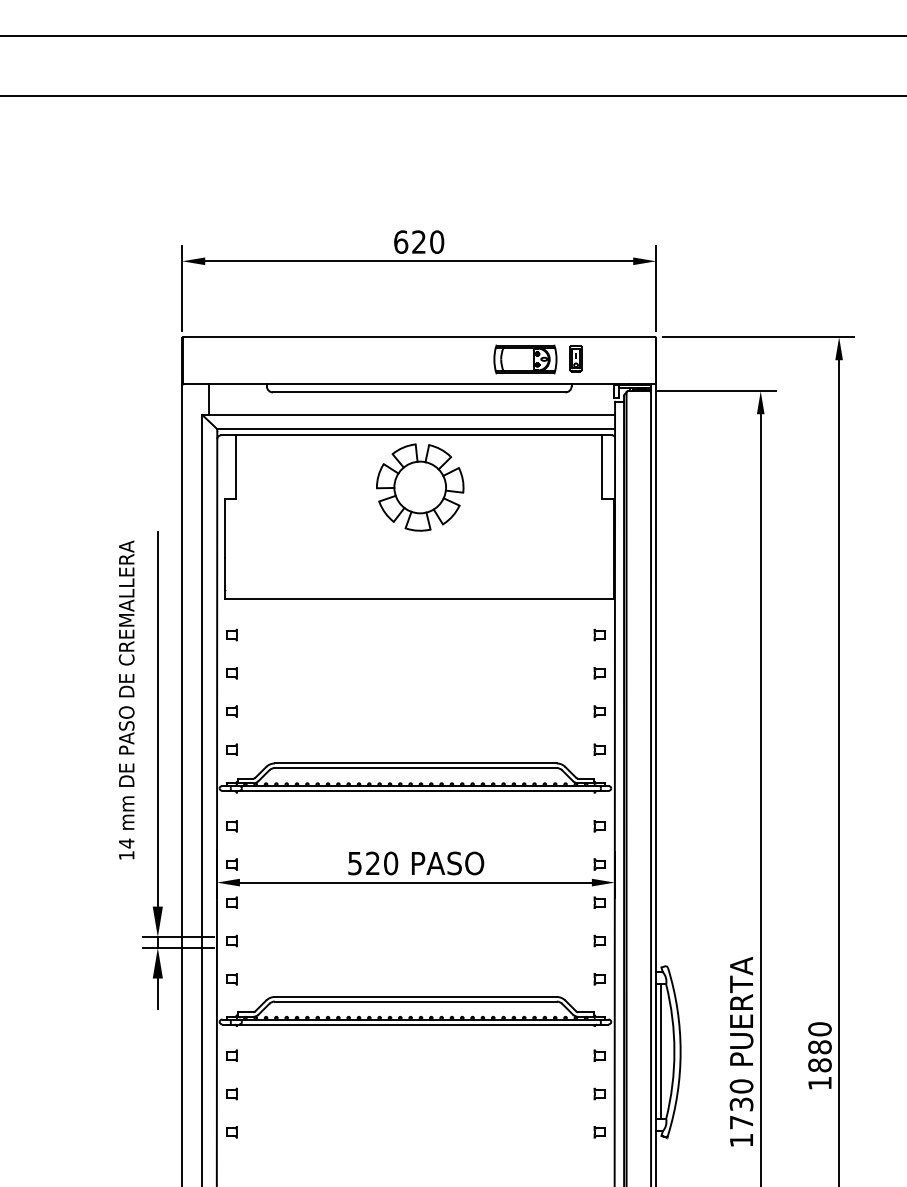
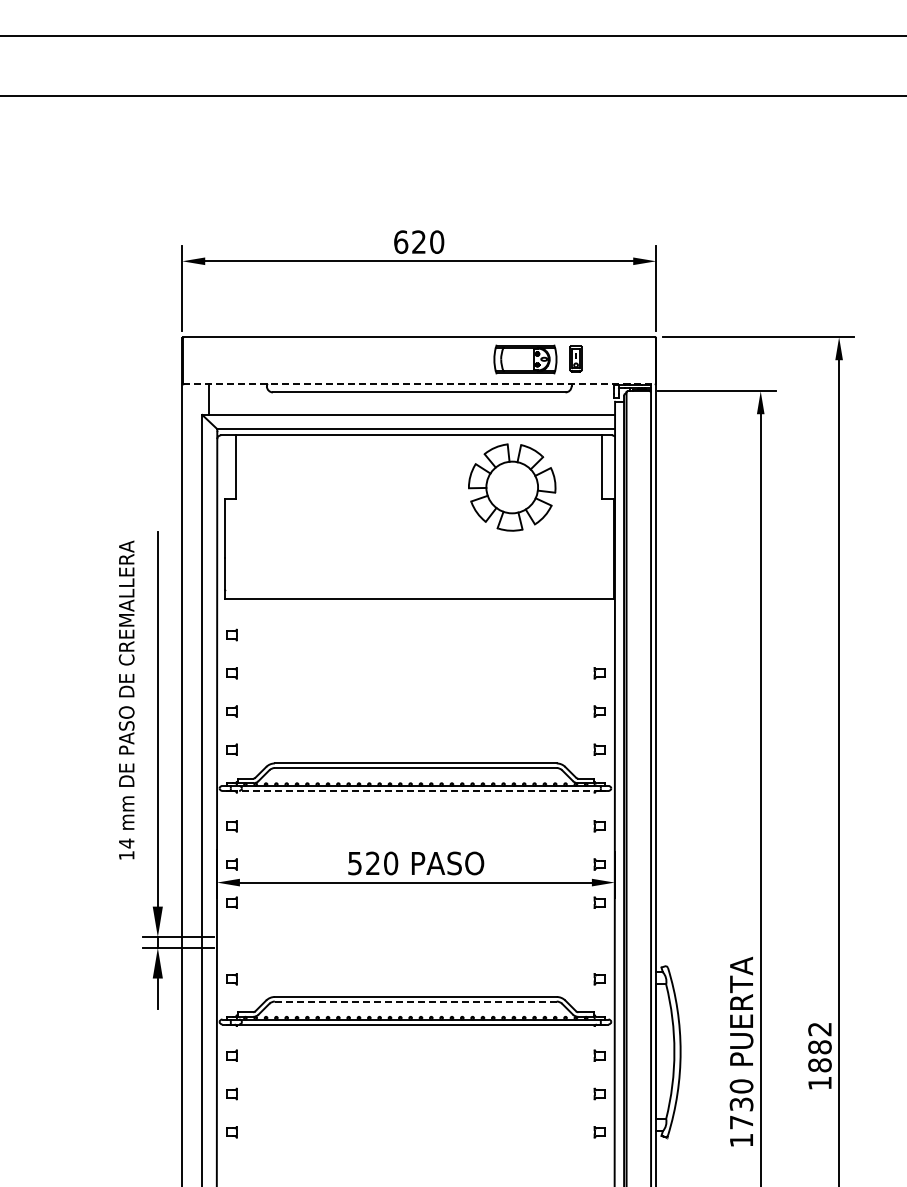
line at (419, 384): solid -> dashed
part at (420, 487) position: (420, 487) -> (512, 487)
part at (599, 634): present -> none
line at (416, 790): solid -> dashed
part at (231, 940): present -> none
part at (599, 940): present -> none
line at (415, 1001): solid -> dashed
text at (819, 1029): 1880 -> 1882
line at (661, 1051): present -> none
